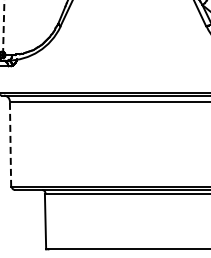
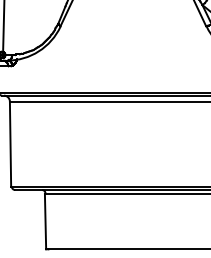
line at (3, 27): dashed -> solid
line at (10, 144): dashed -> solid
